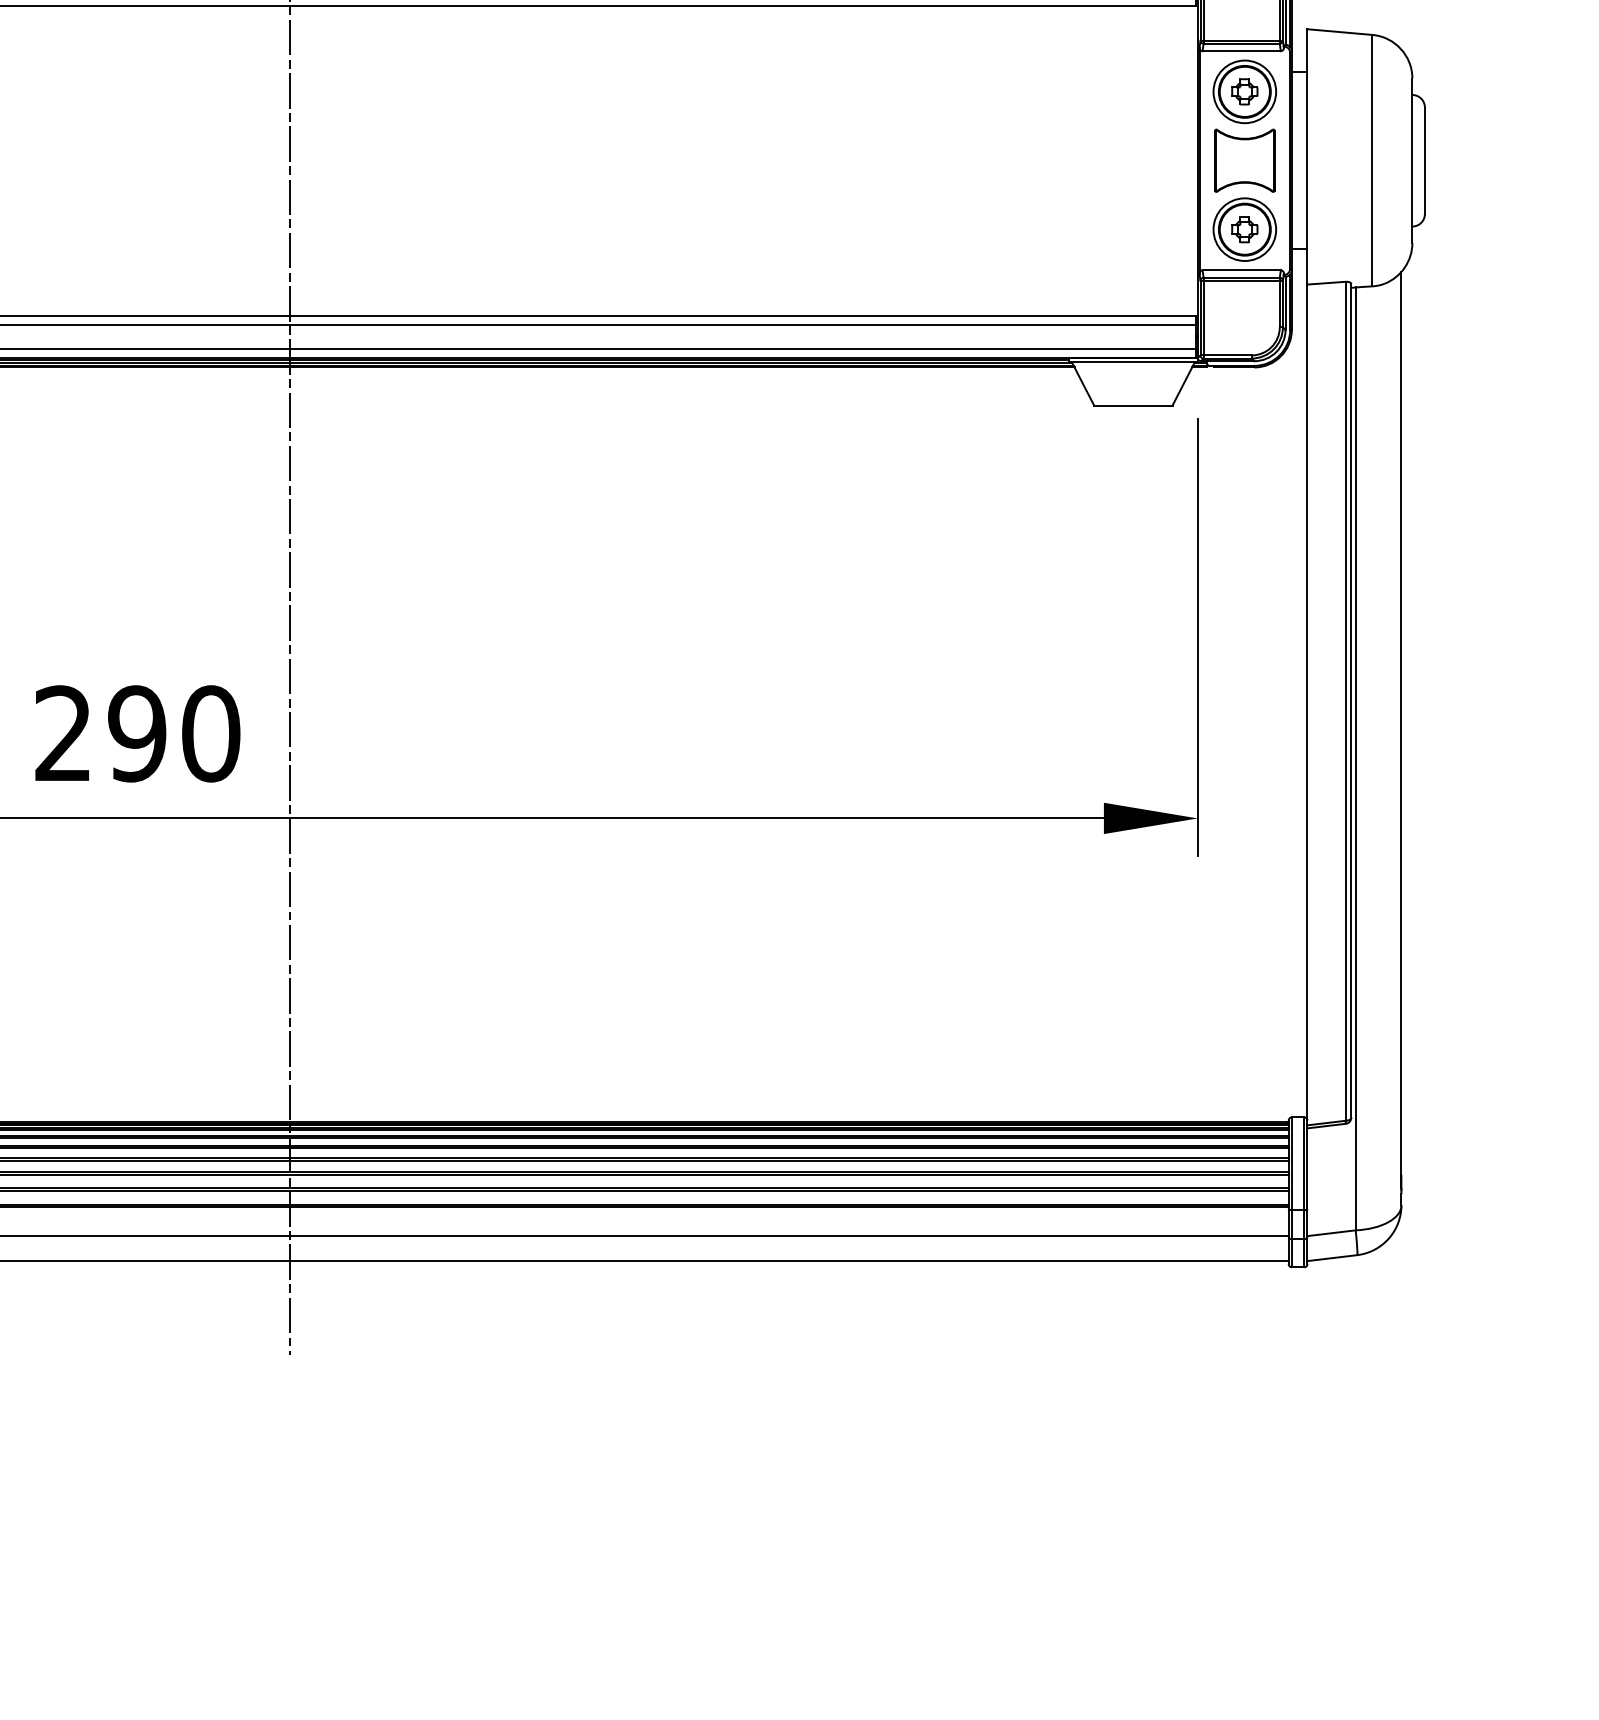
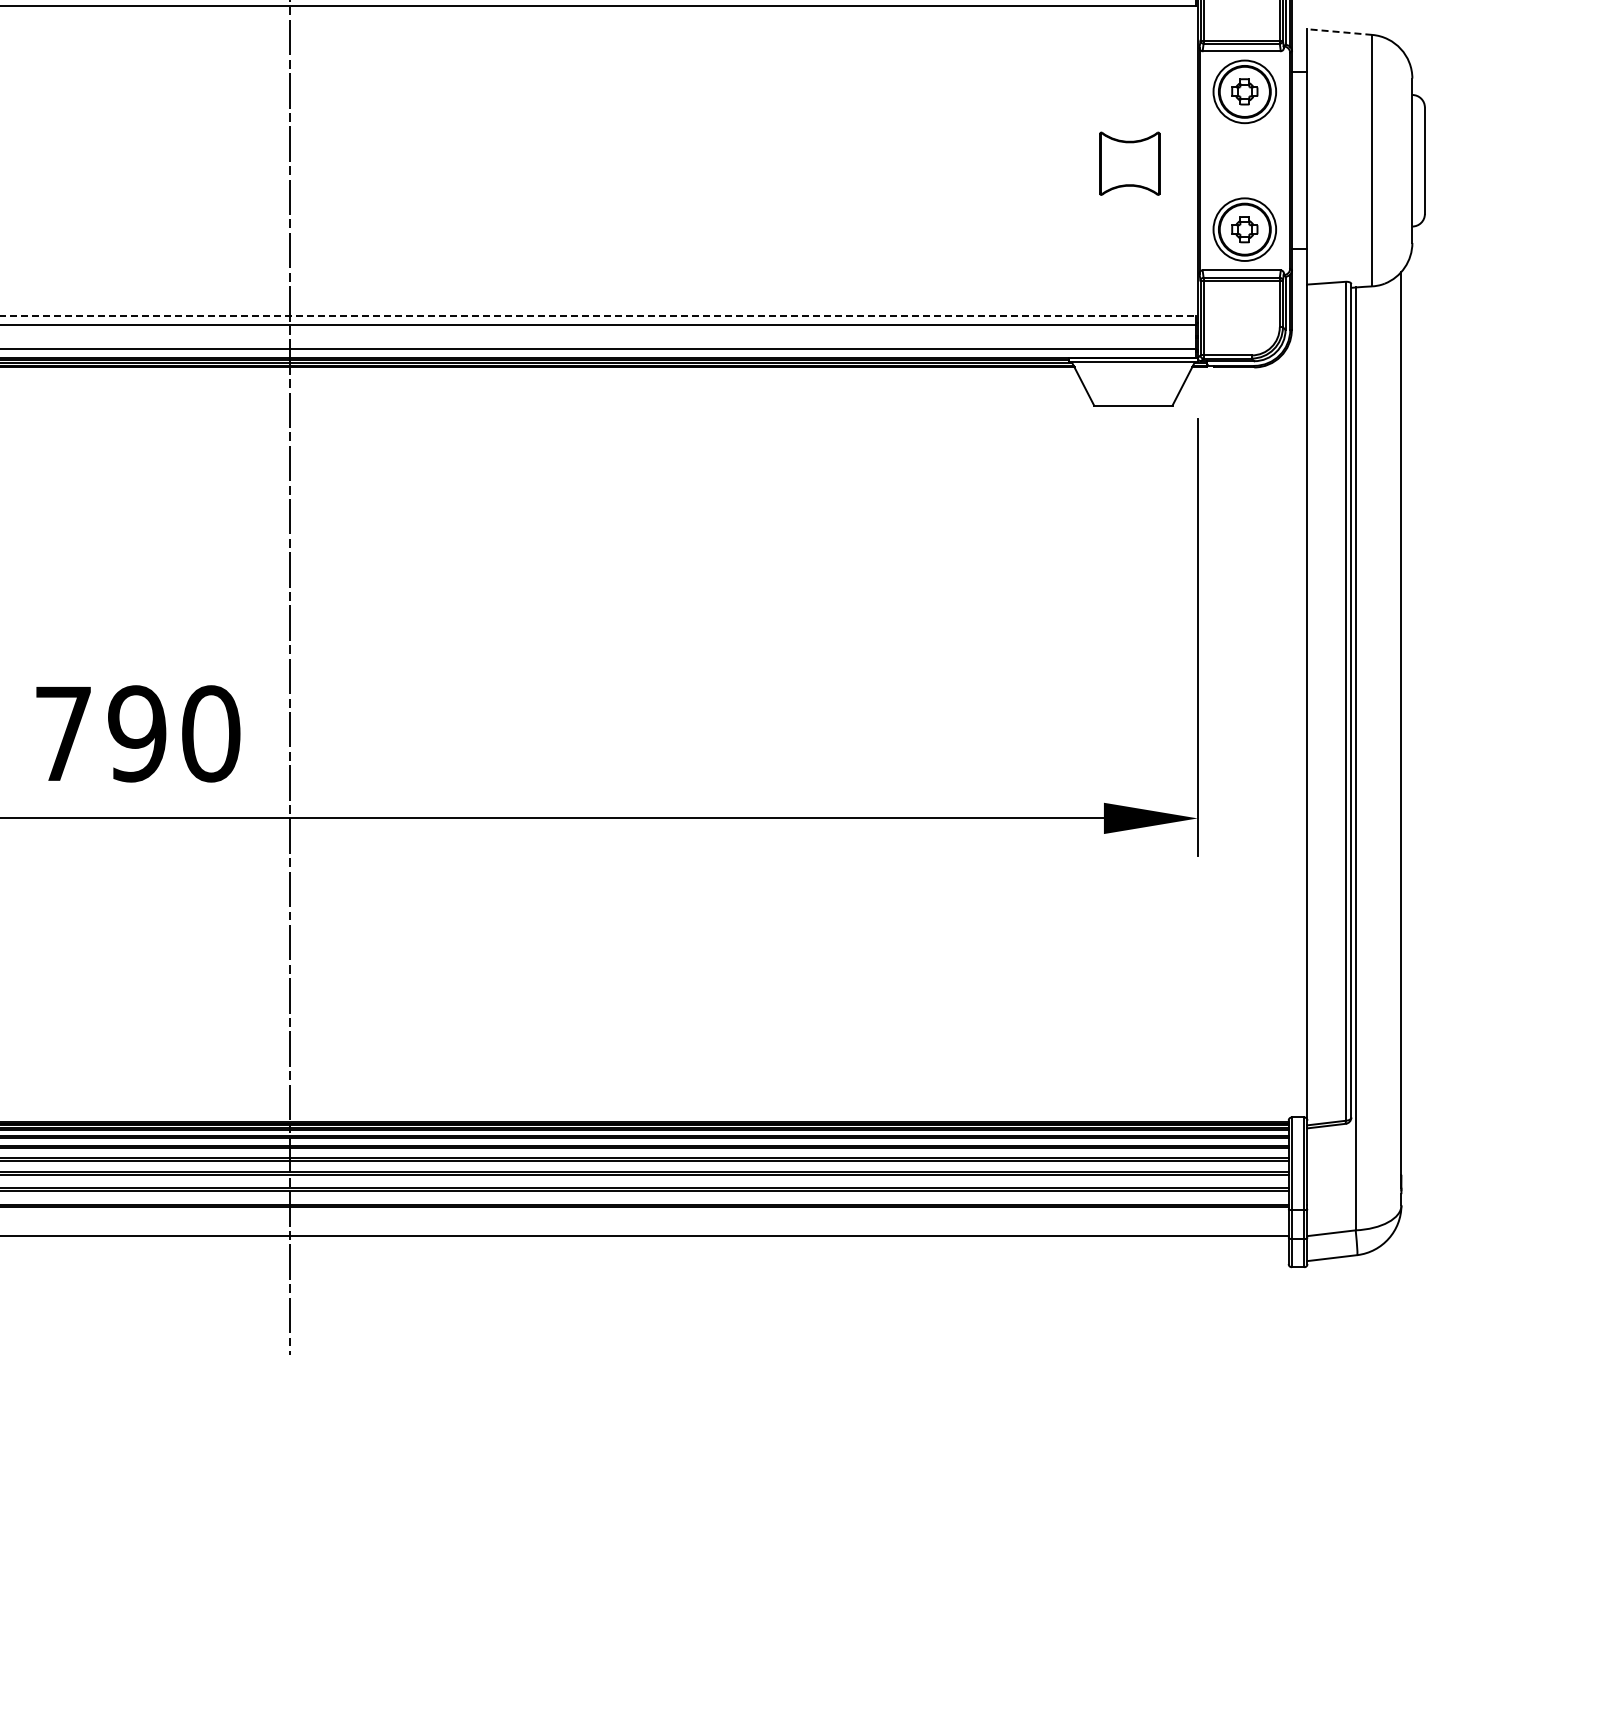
line at (1339, 32): solid -> dashed
part at (1244, 160) position: (1244, 160) -> (1129, 163)
line at (598, 315): solid -> dashed
text at (62, 732): 290 -> 790
line at (645, 1261): present -> none
